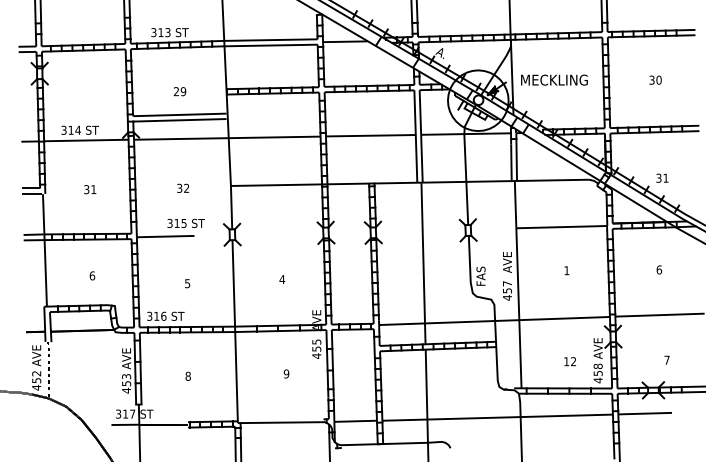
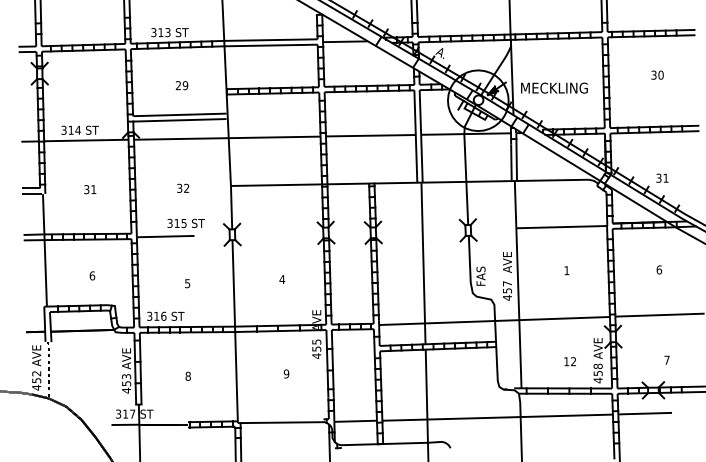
text at (554, 79) position: (554, 79) -> (554, 87)
text at (655, 79) position: (655, 79) -> (657, 74)
text at (179, 91) position: (179, 91) -> (181, 85)
